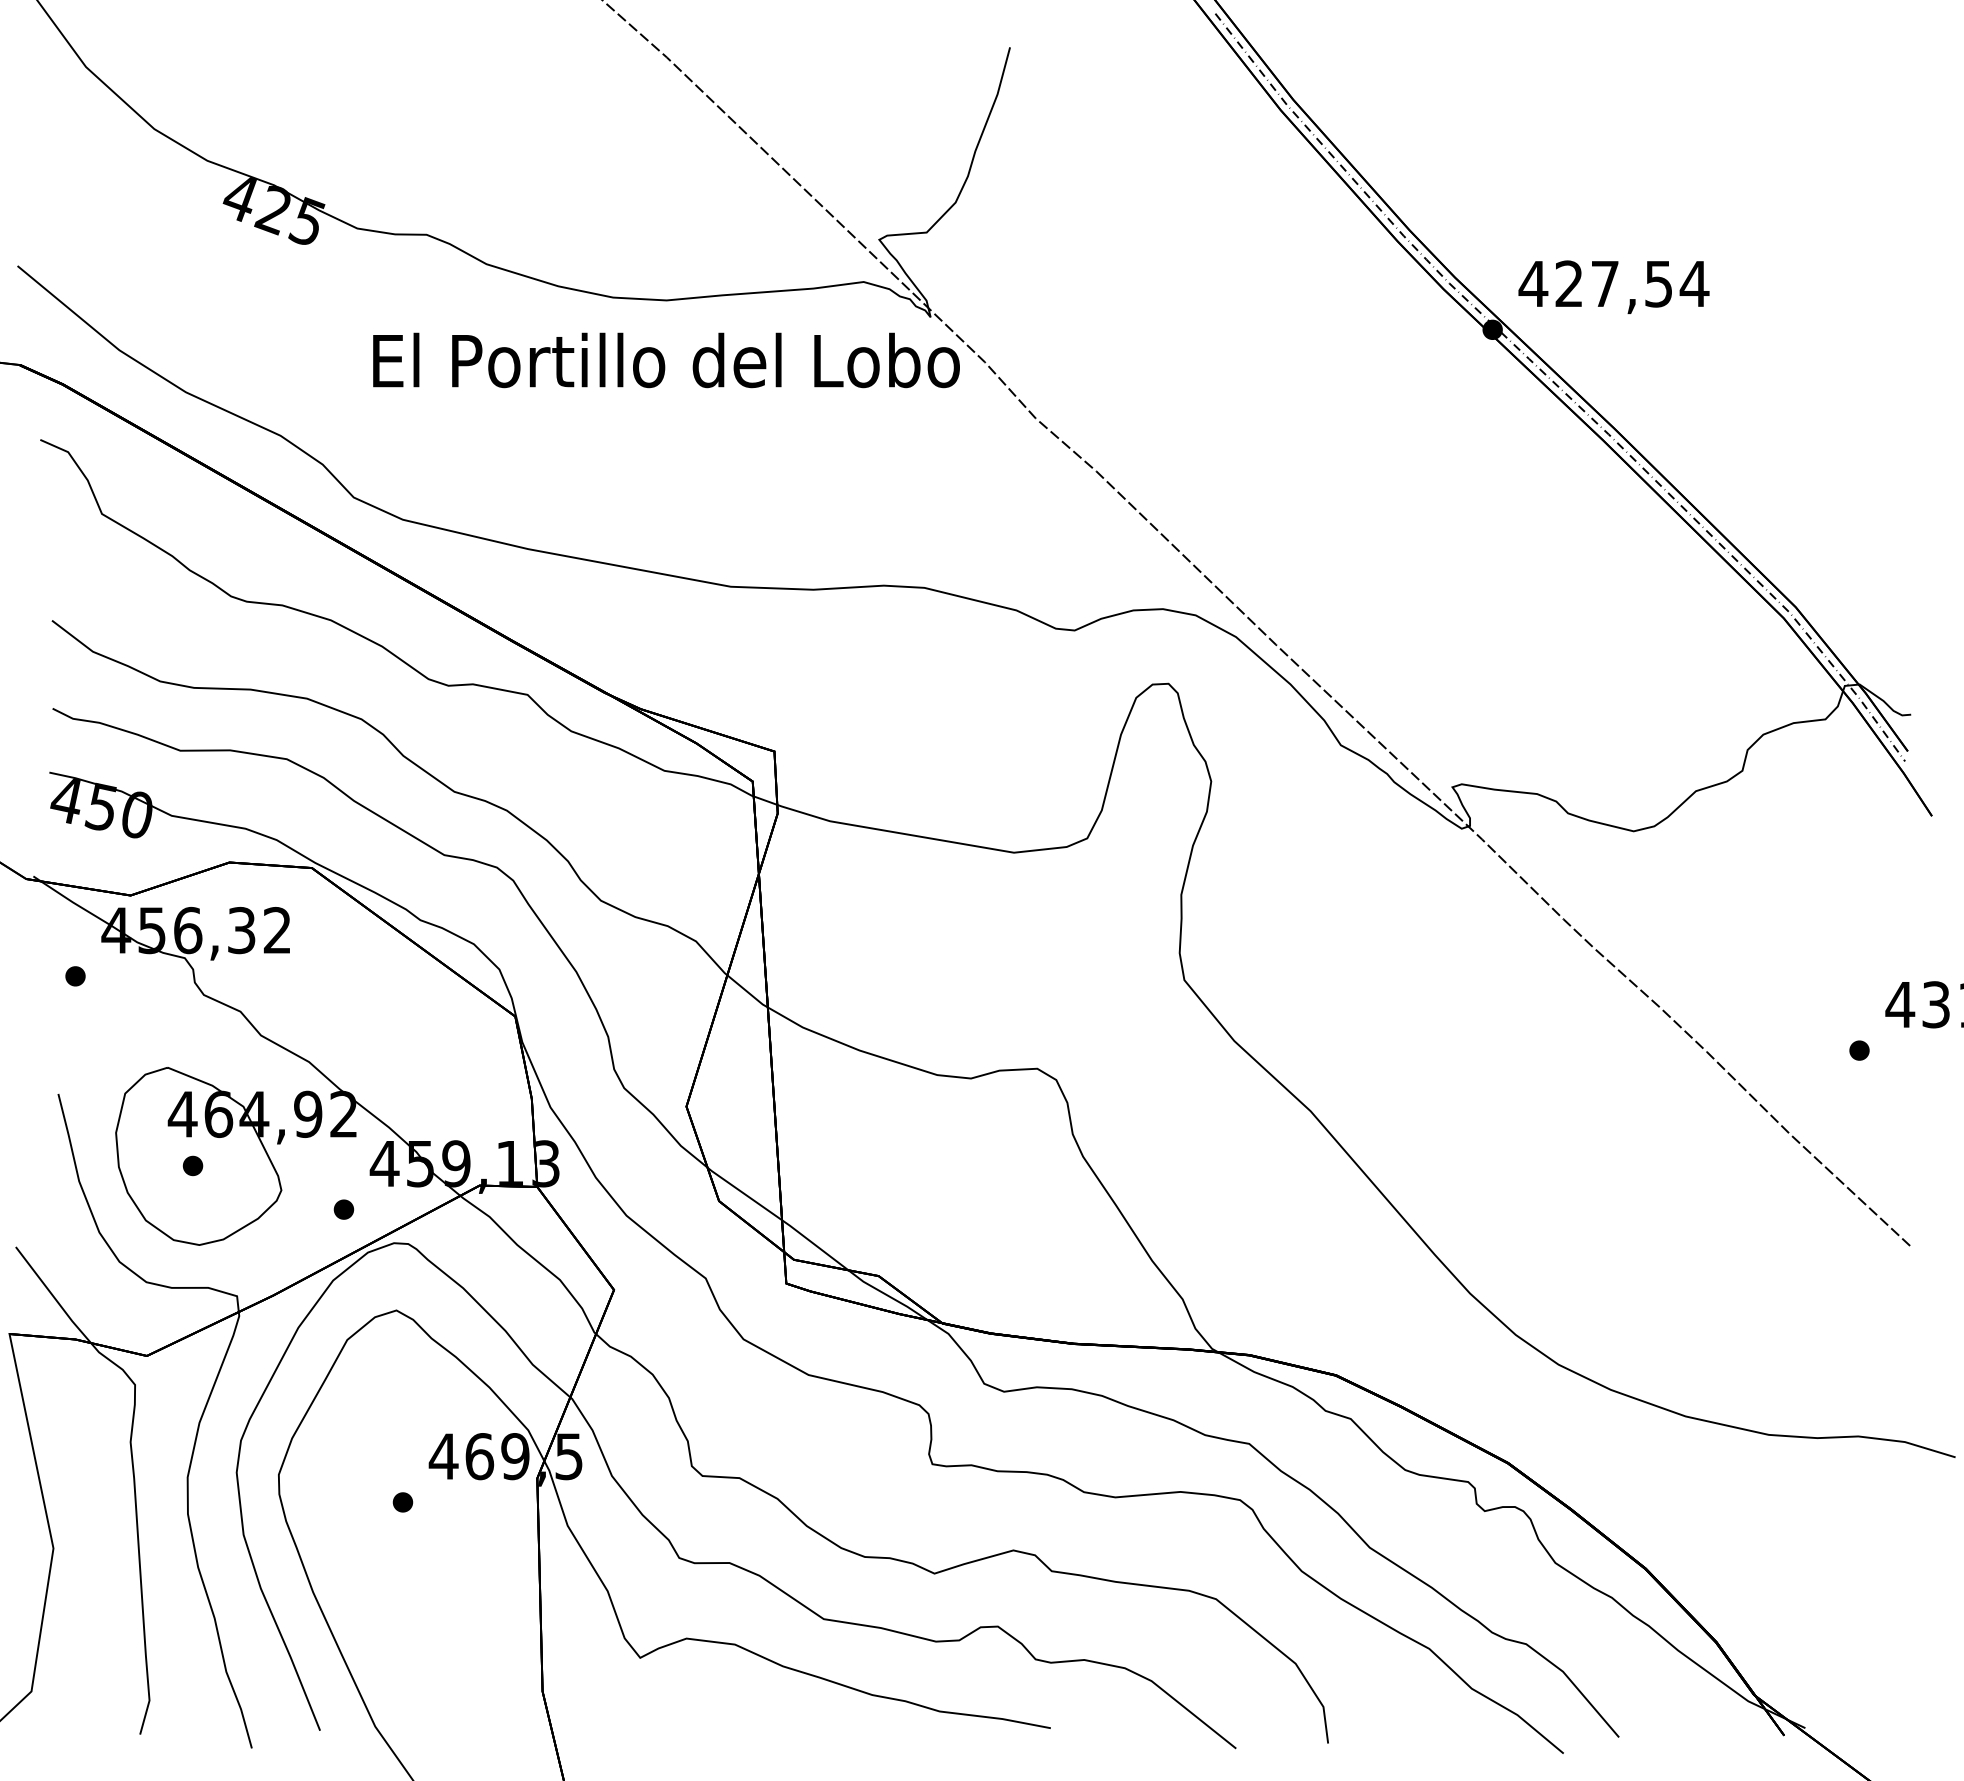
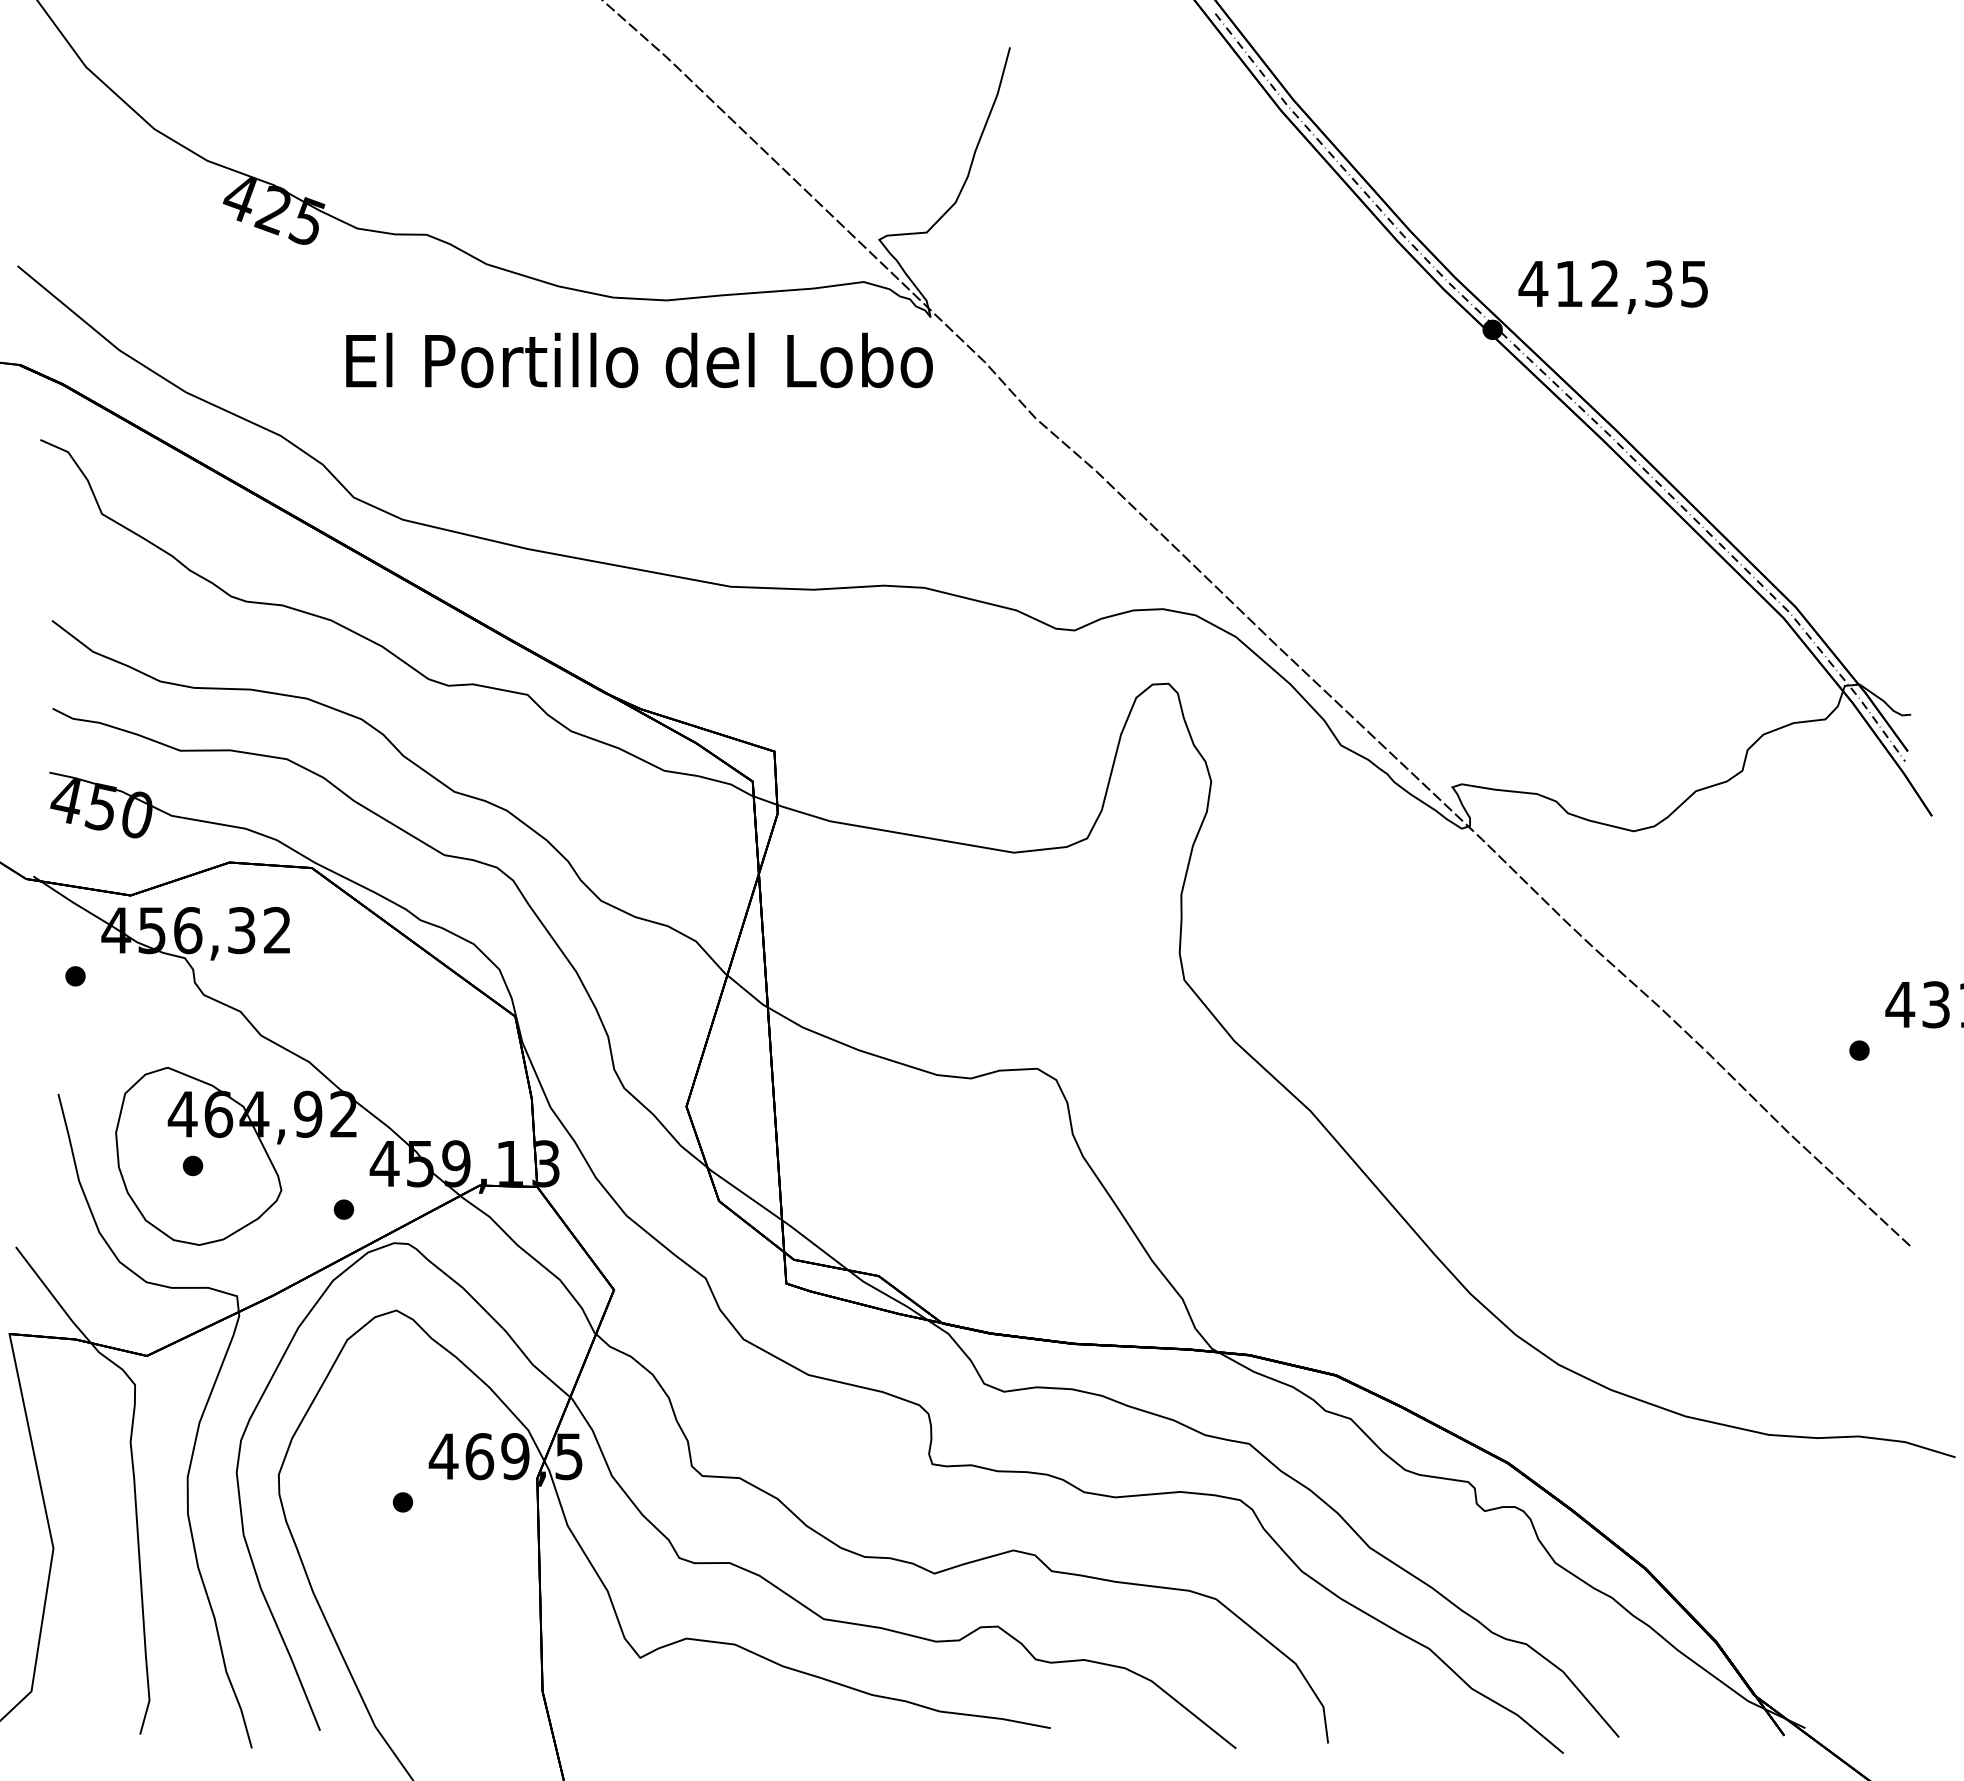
text at (1632, 283): 427,54 -> 412,35
text at (666, 360) position: (666, 360) -> (639, 360)
